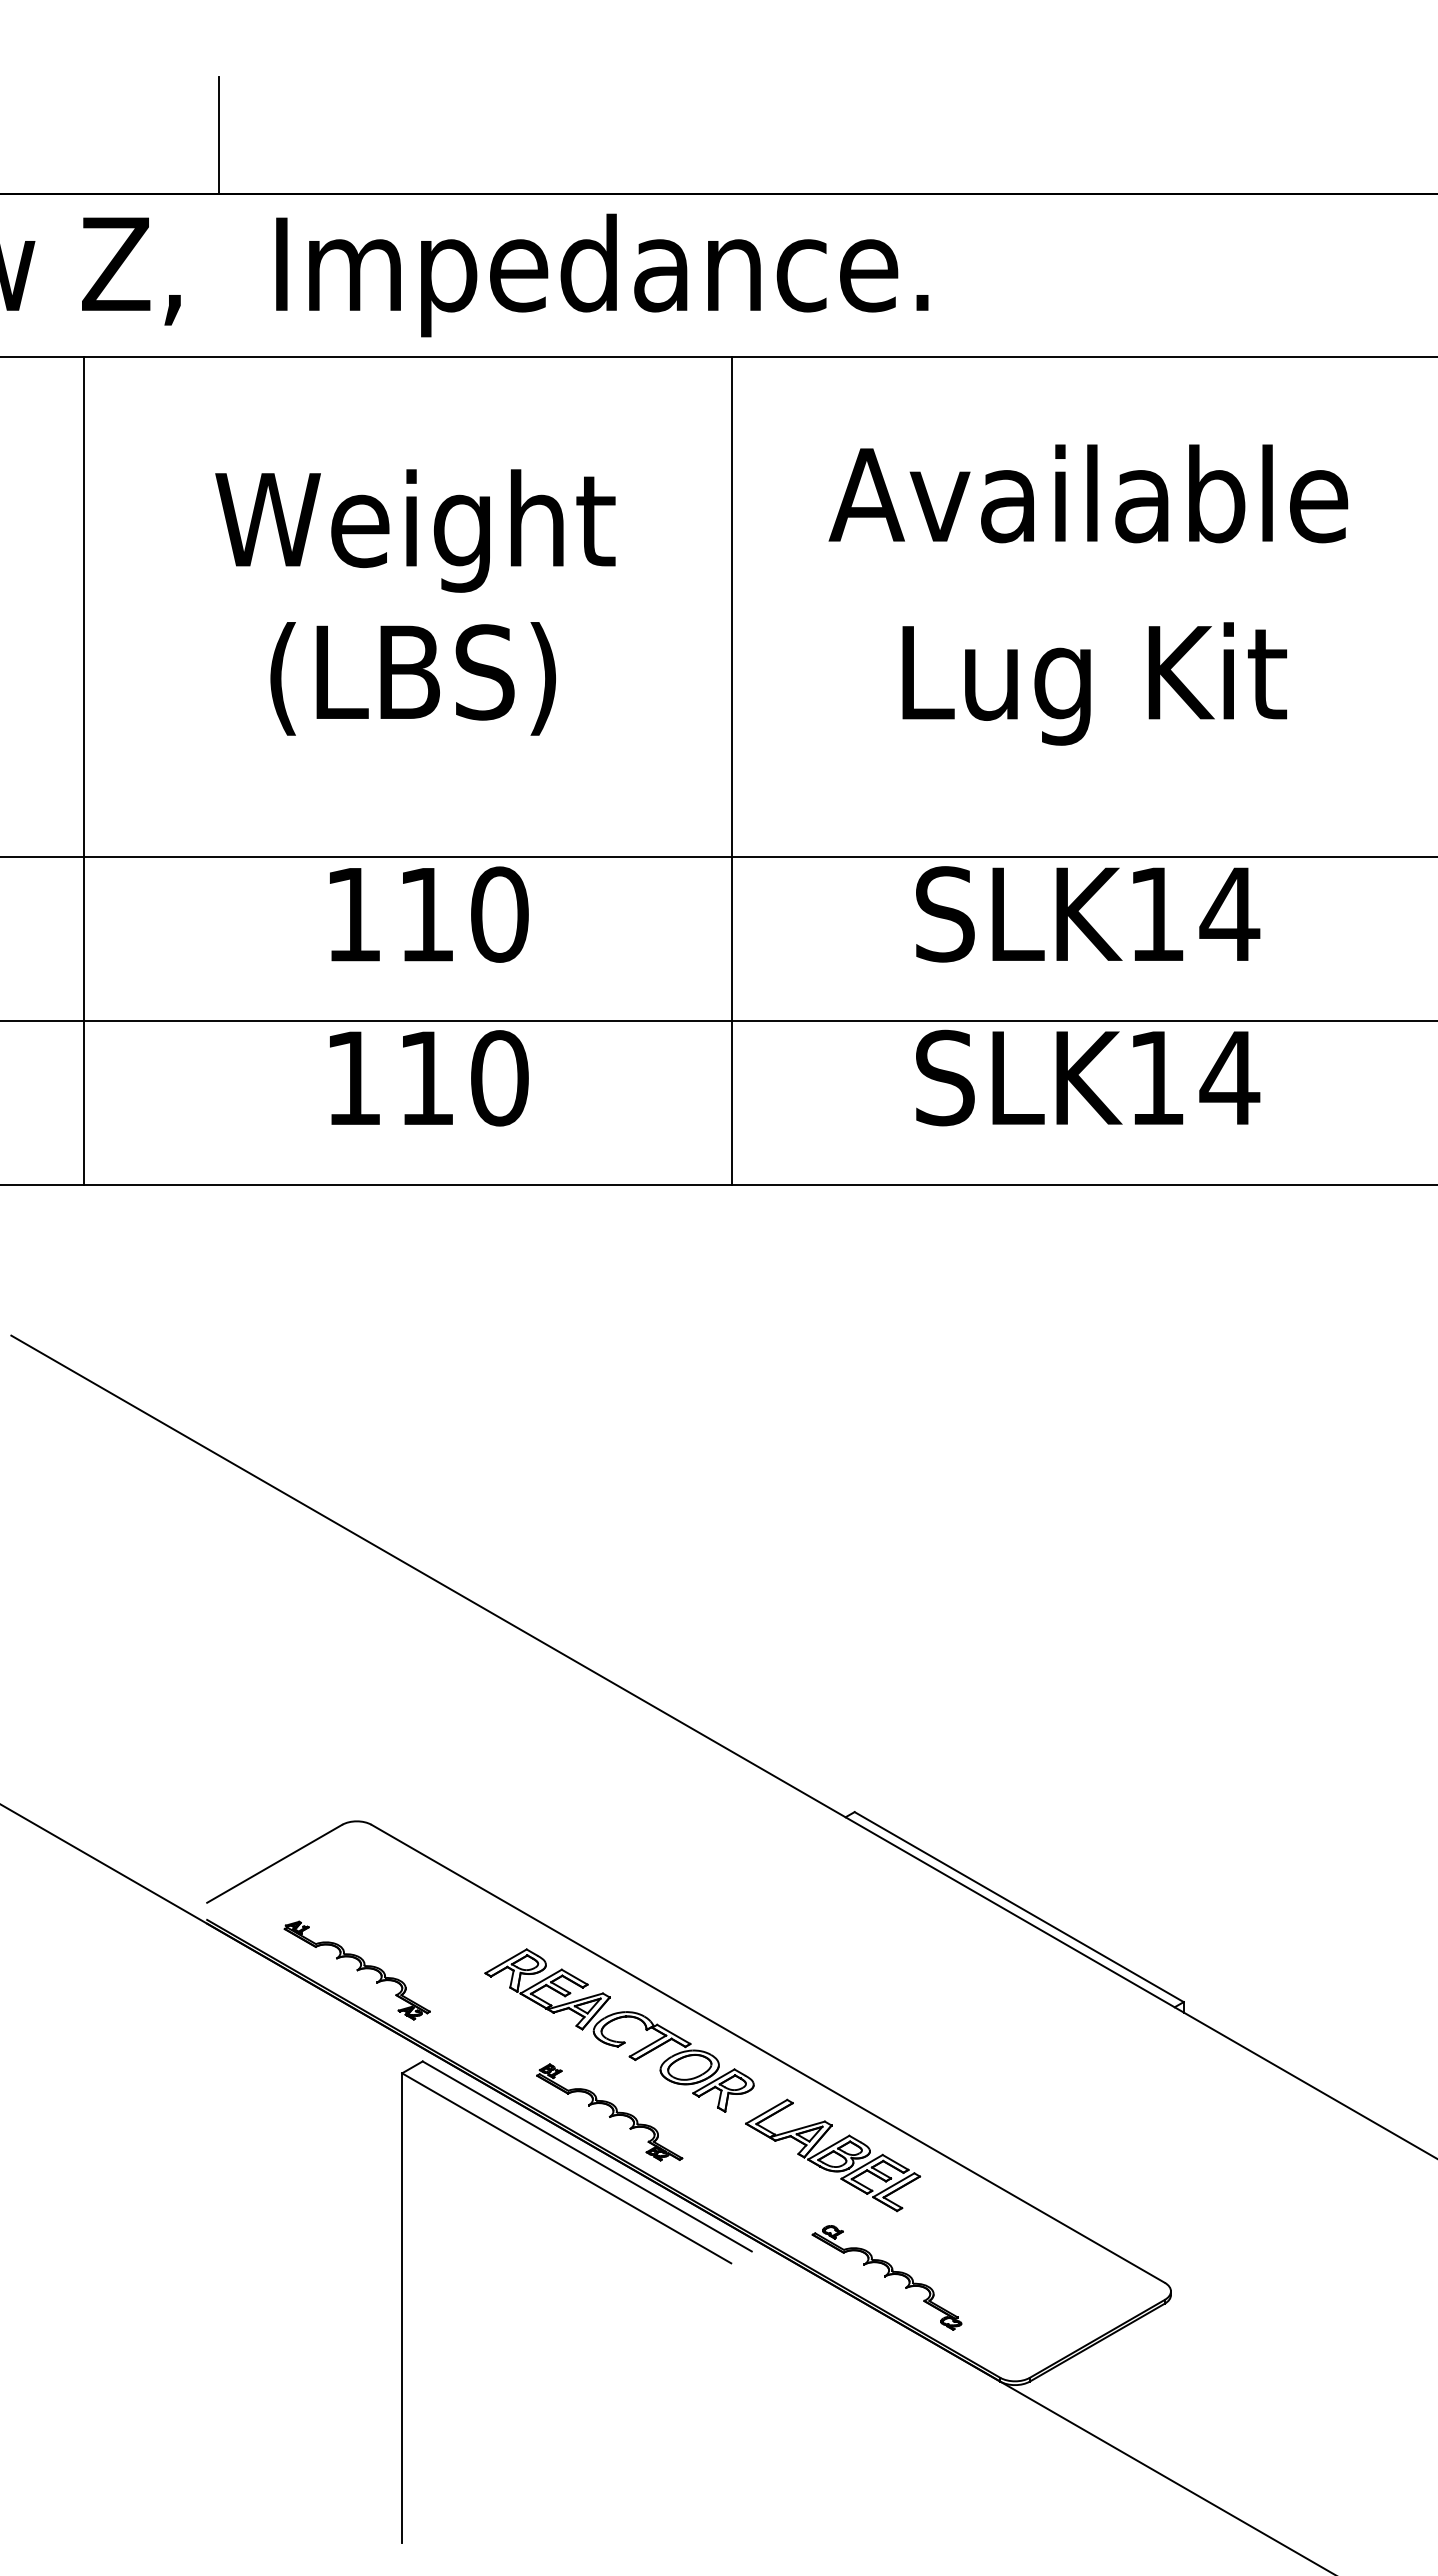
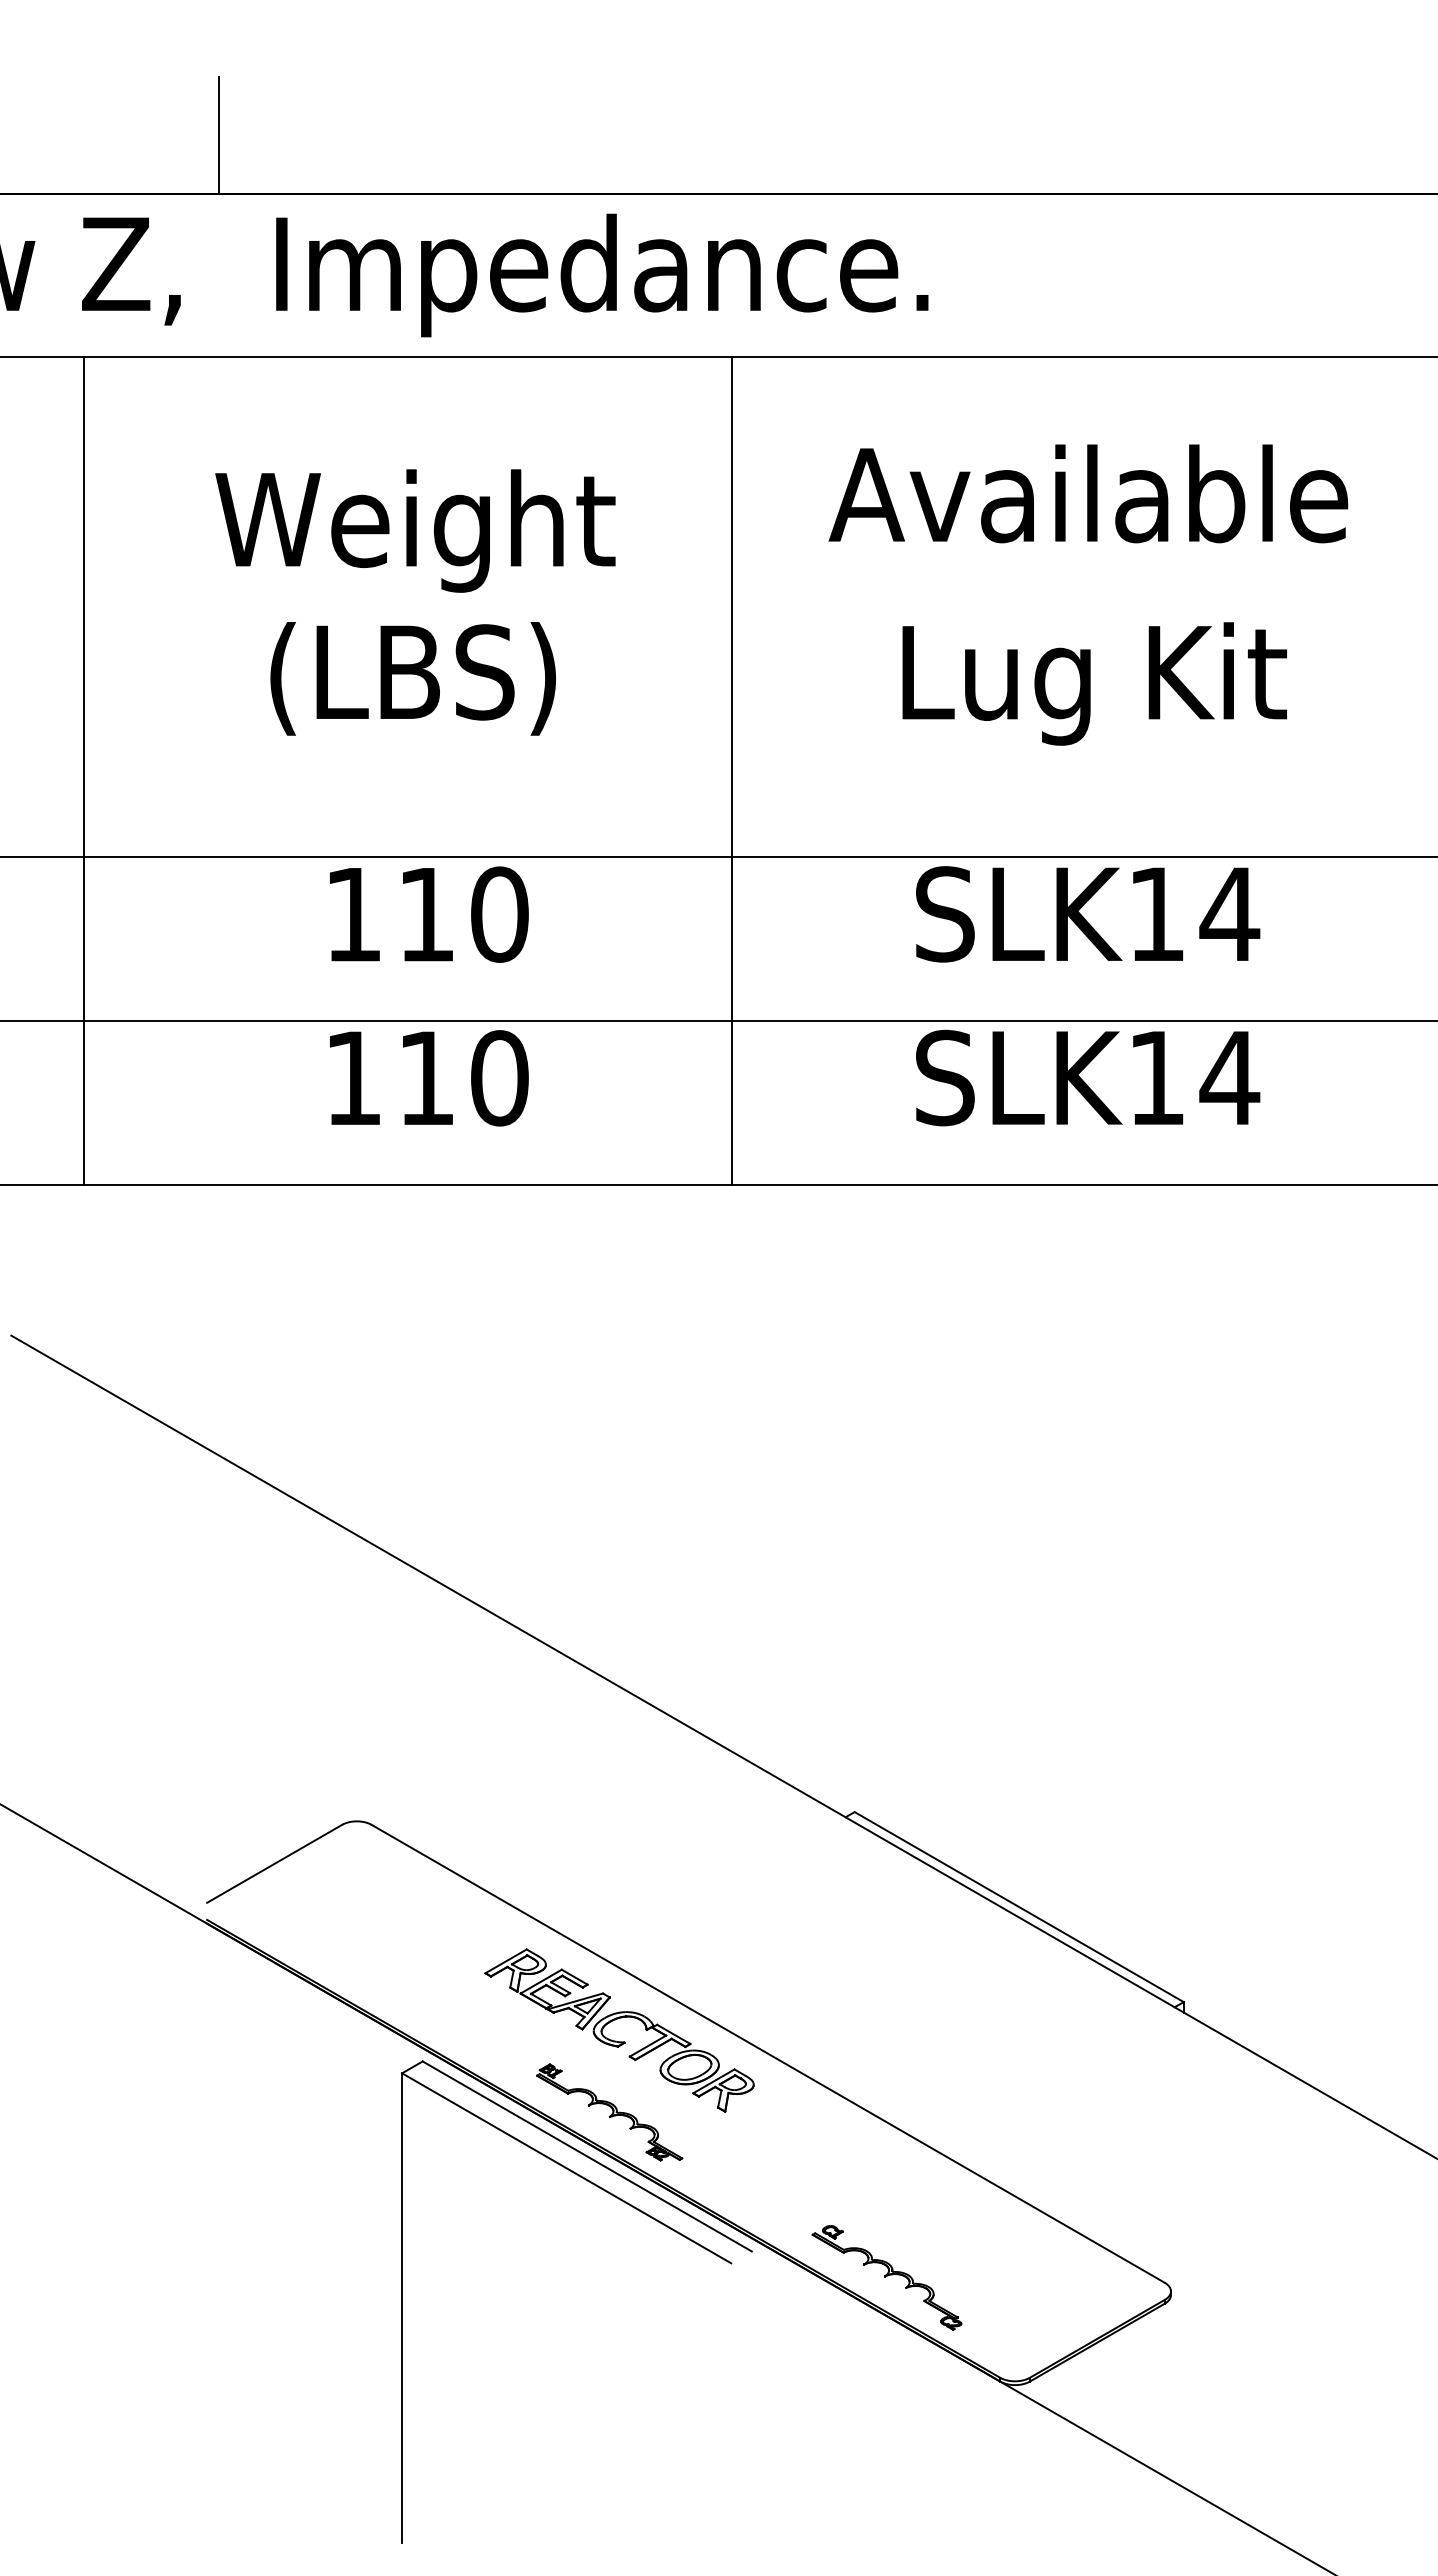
part at (356, 1970): present -> none
part at (833, 2155): present -> none
